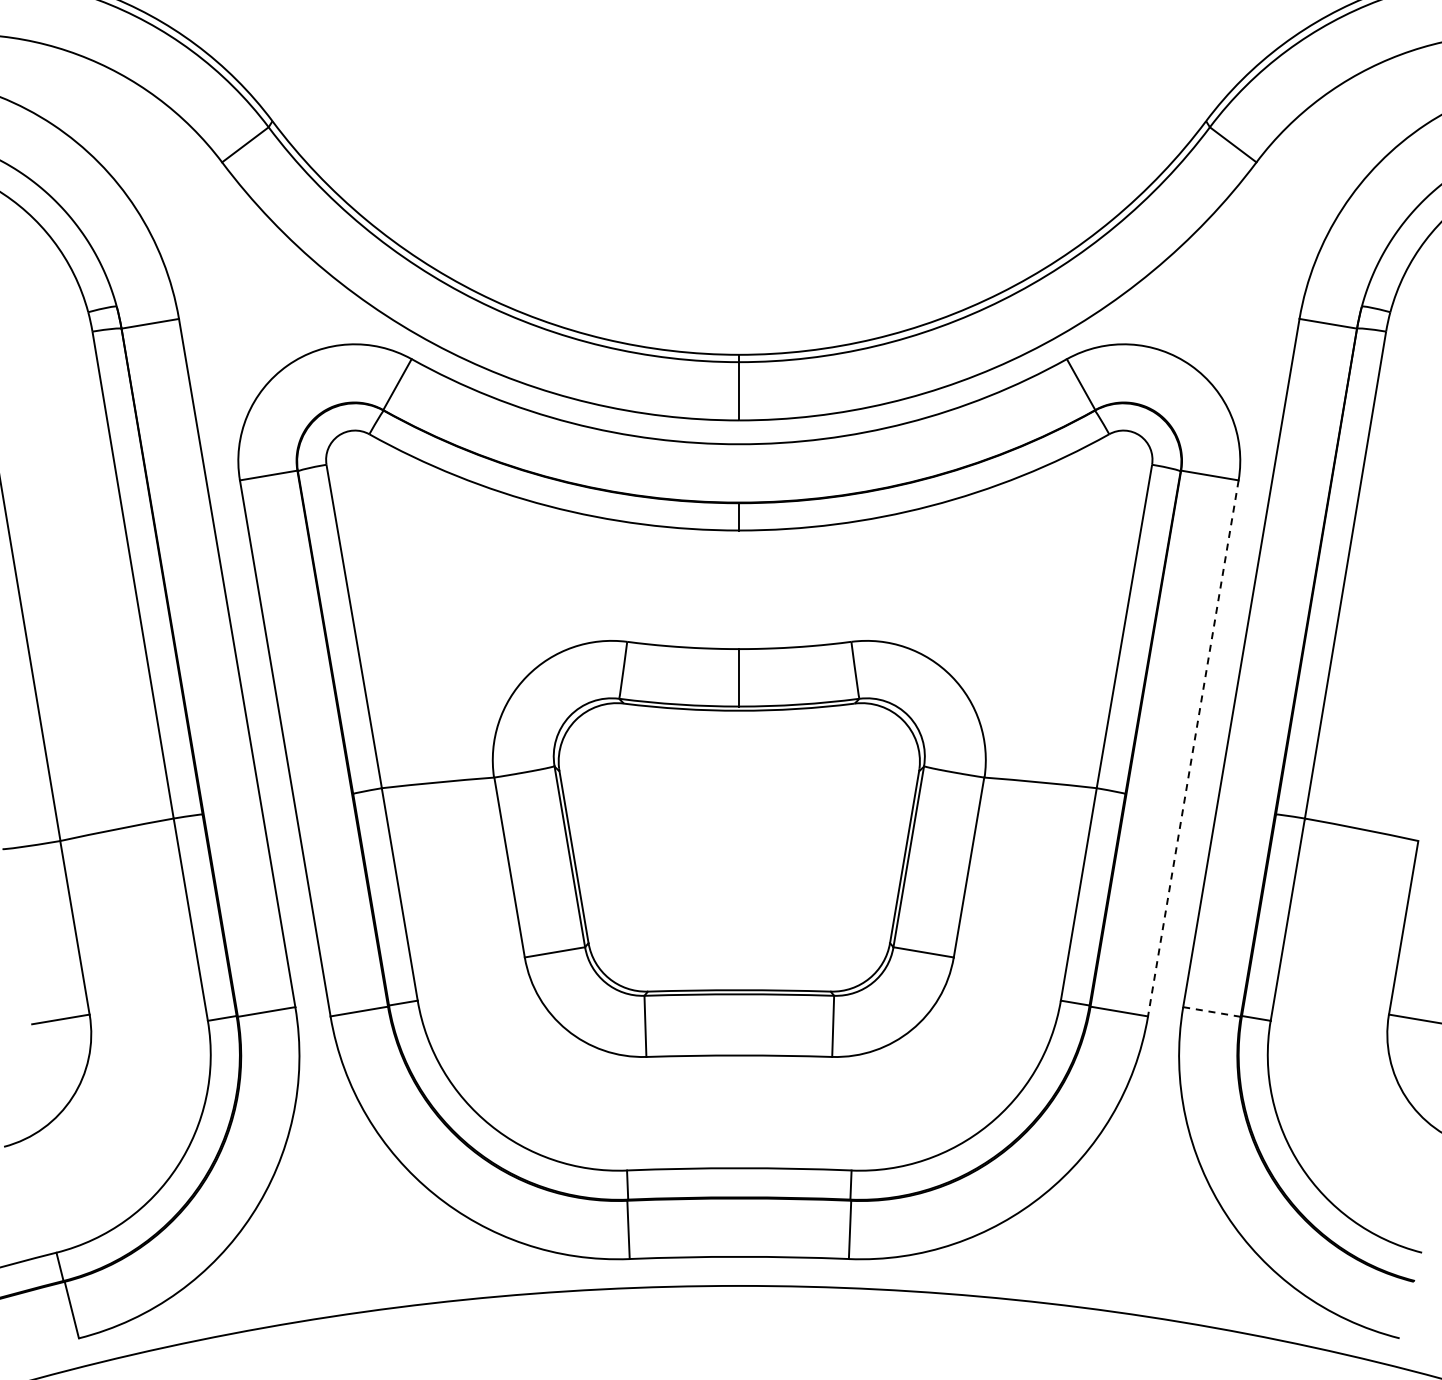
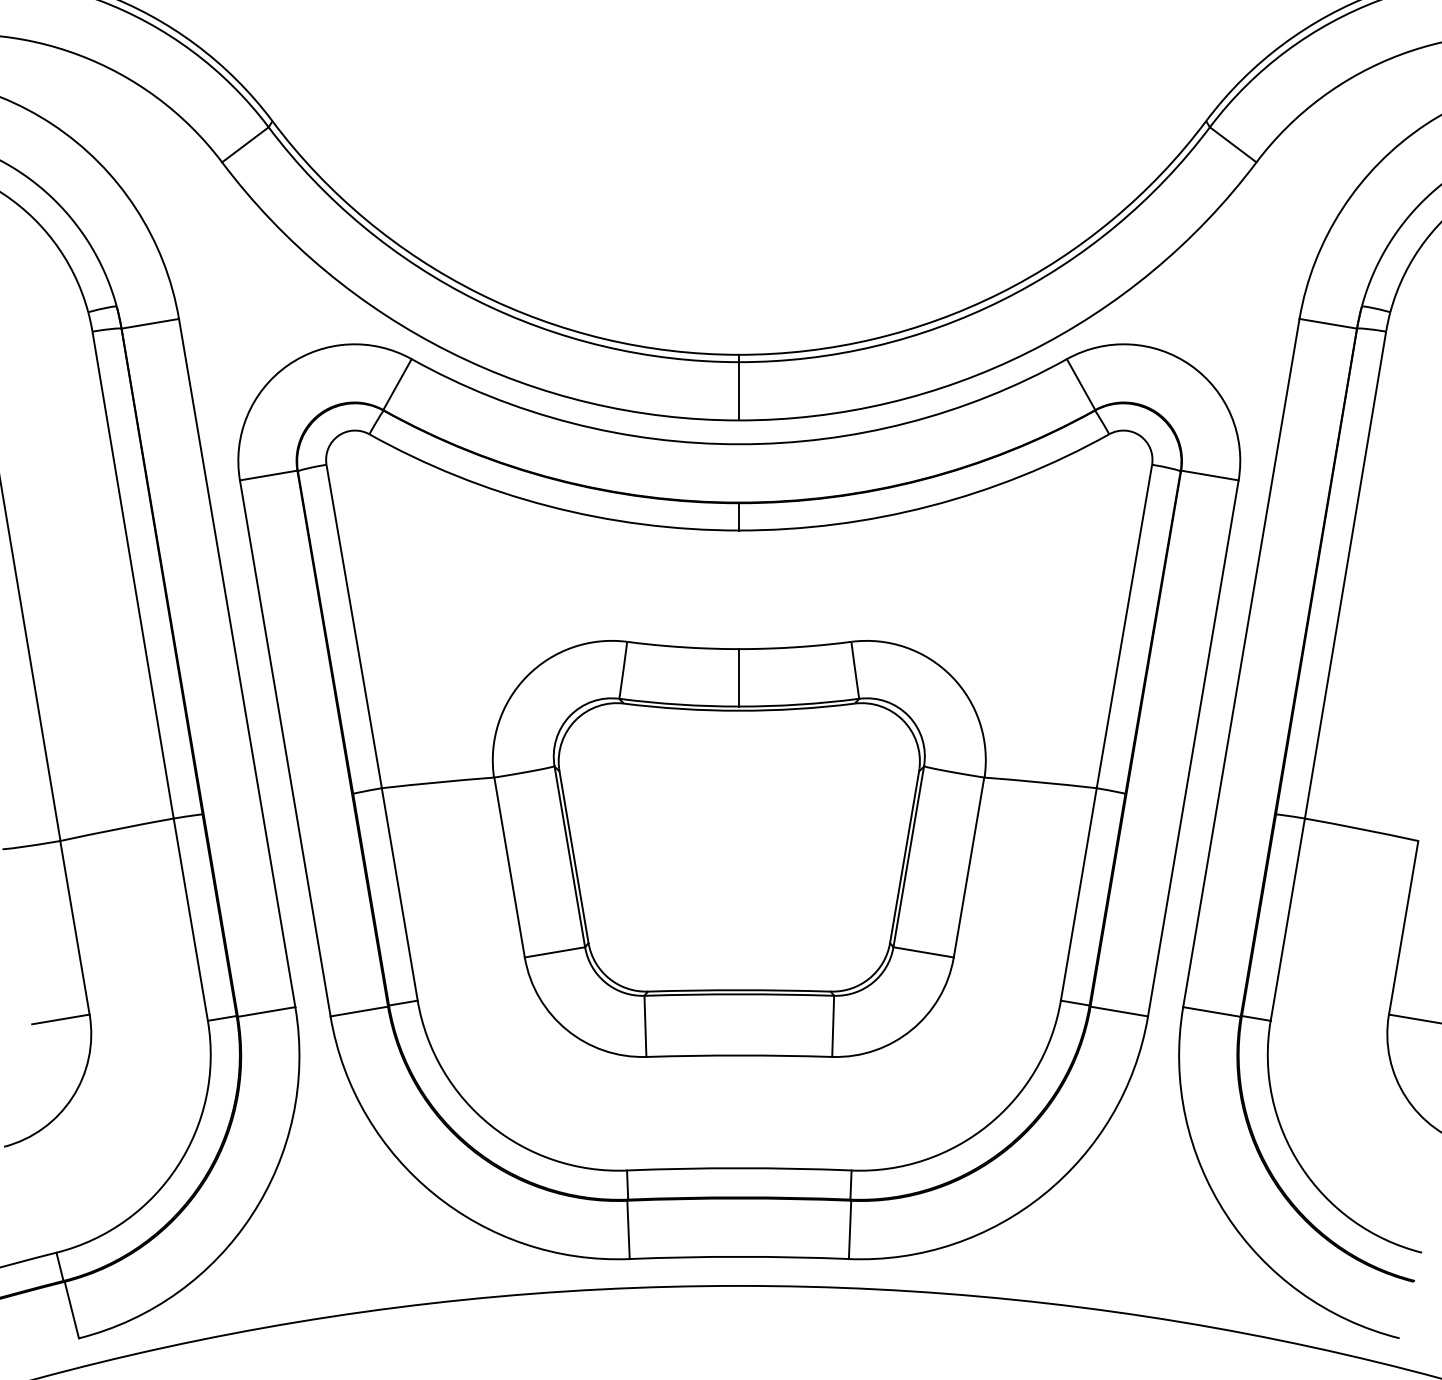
line at (1193, 748): dashed -> solid
line at (1211, 1011): dashed -> solid
